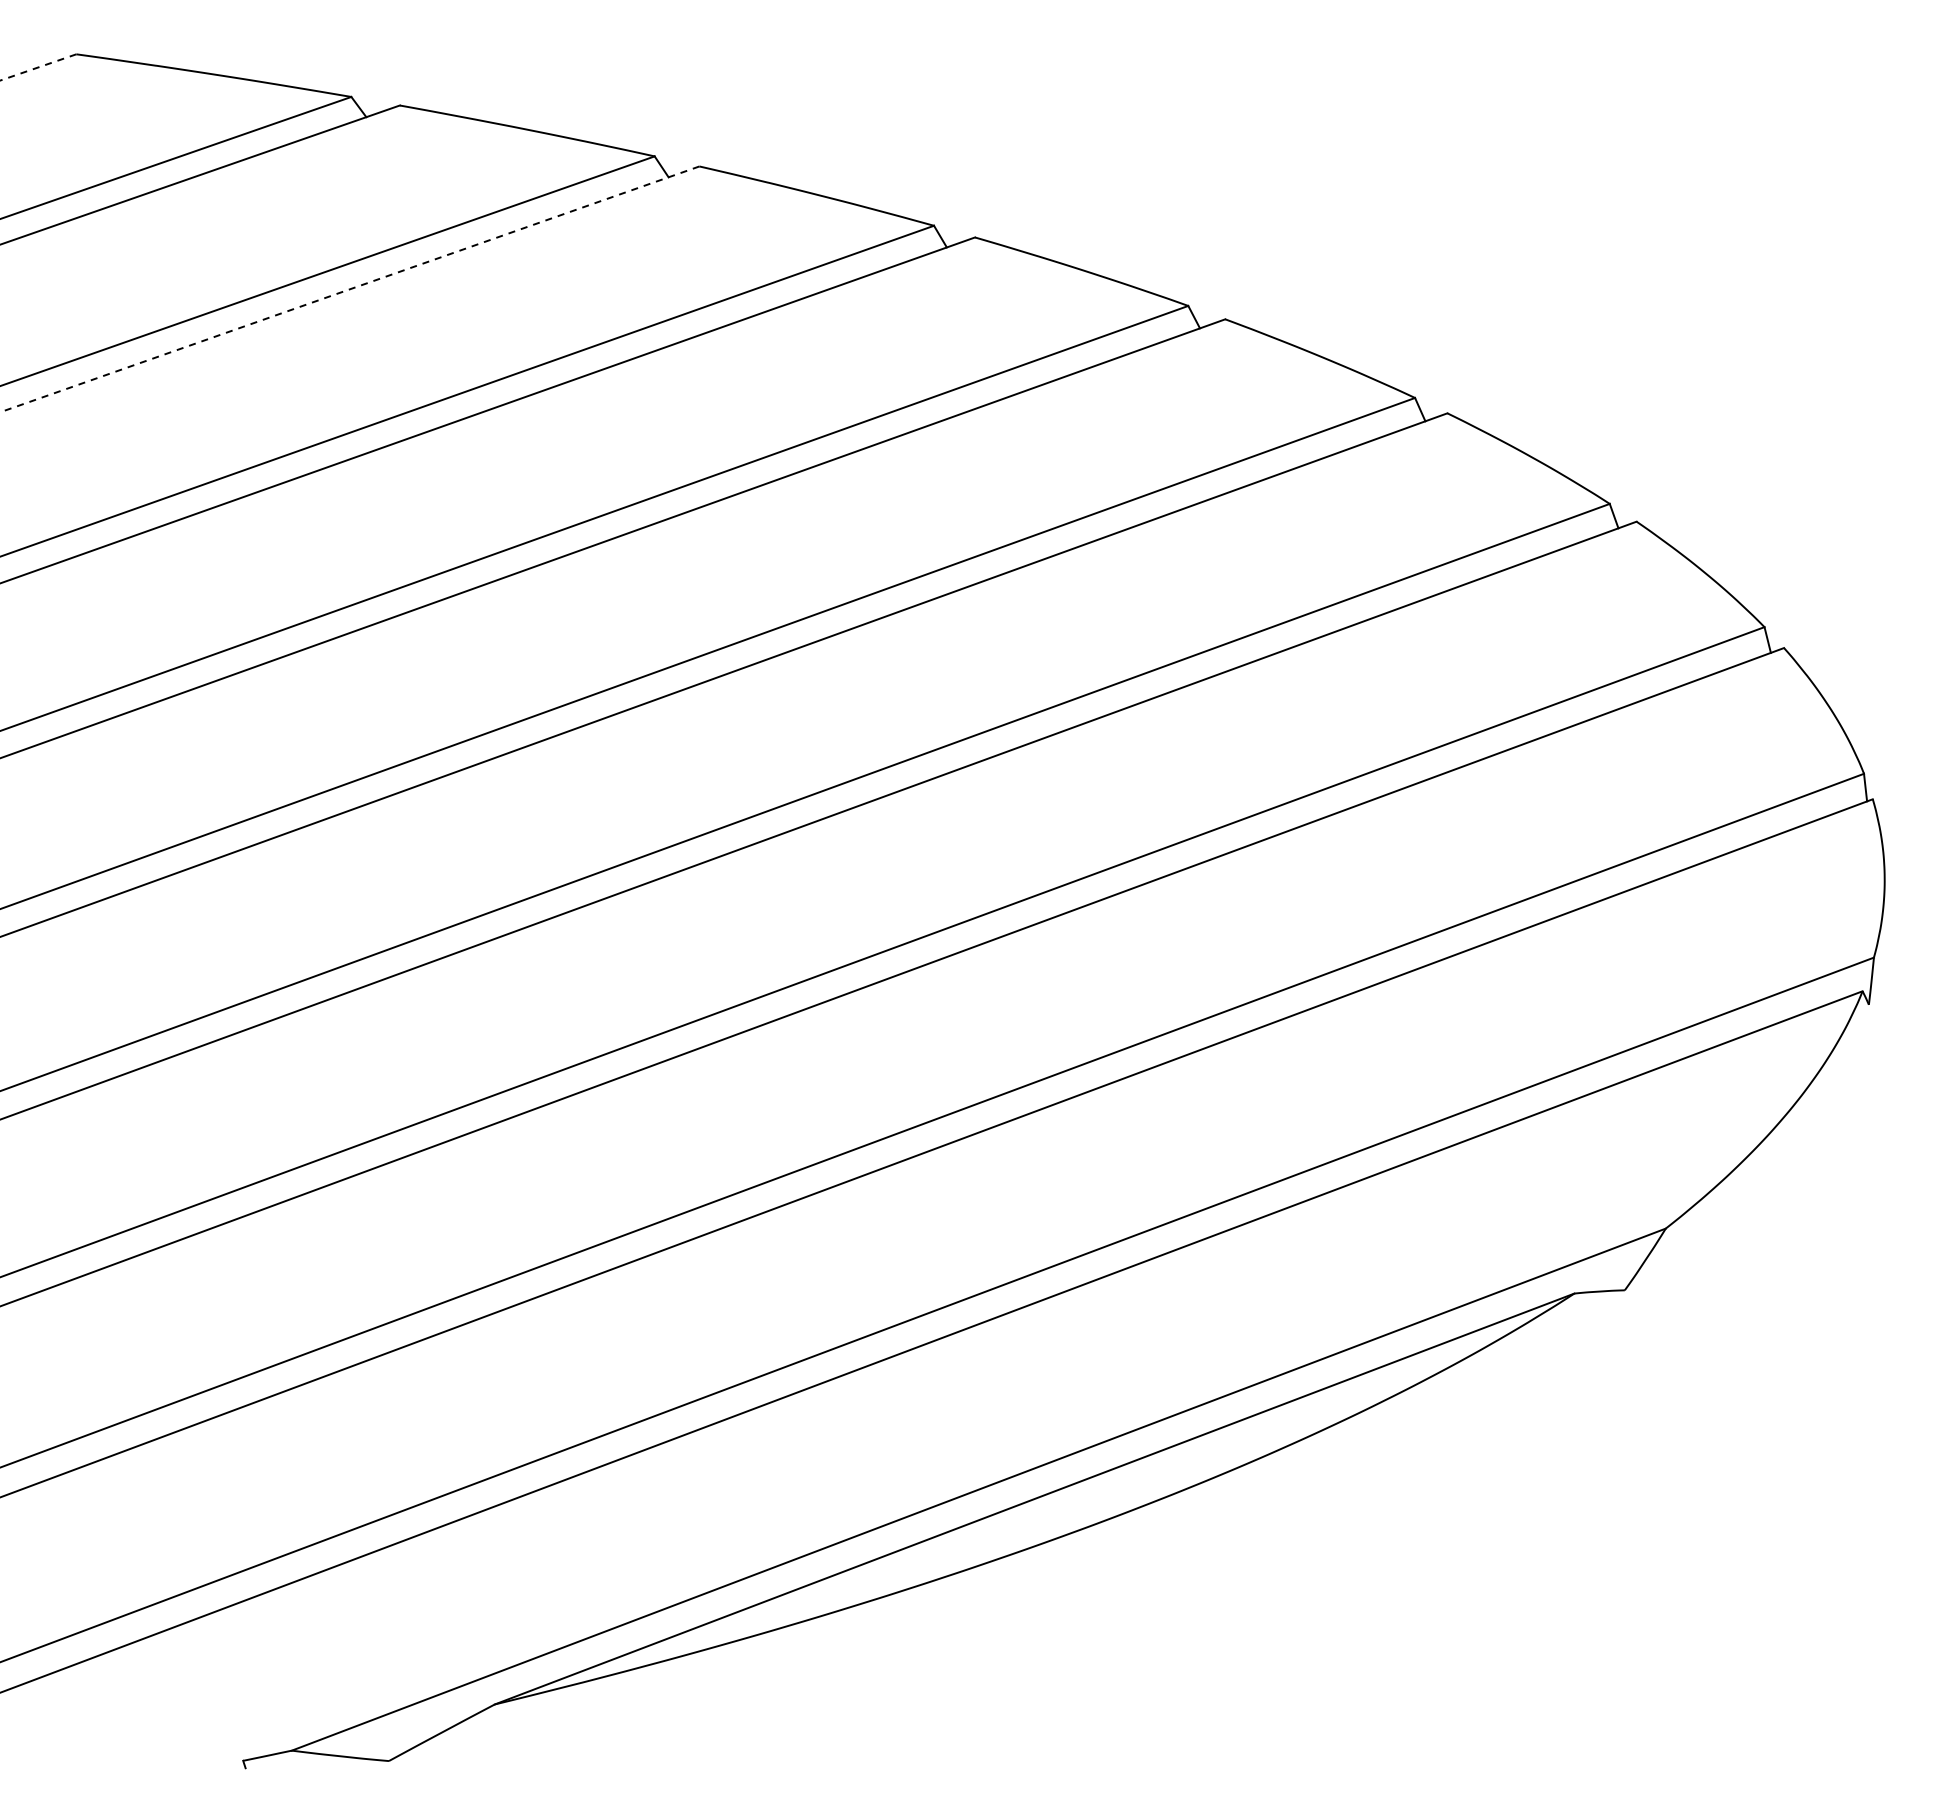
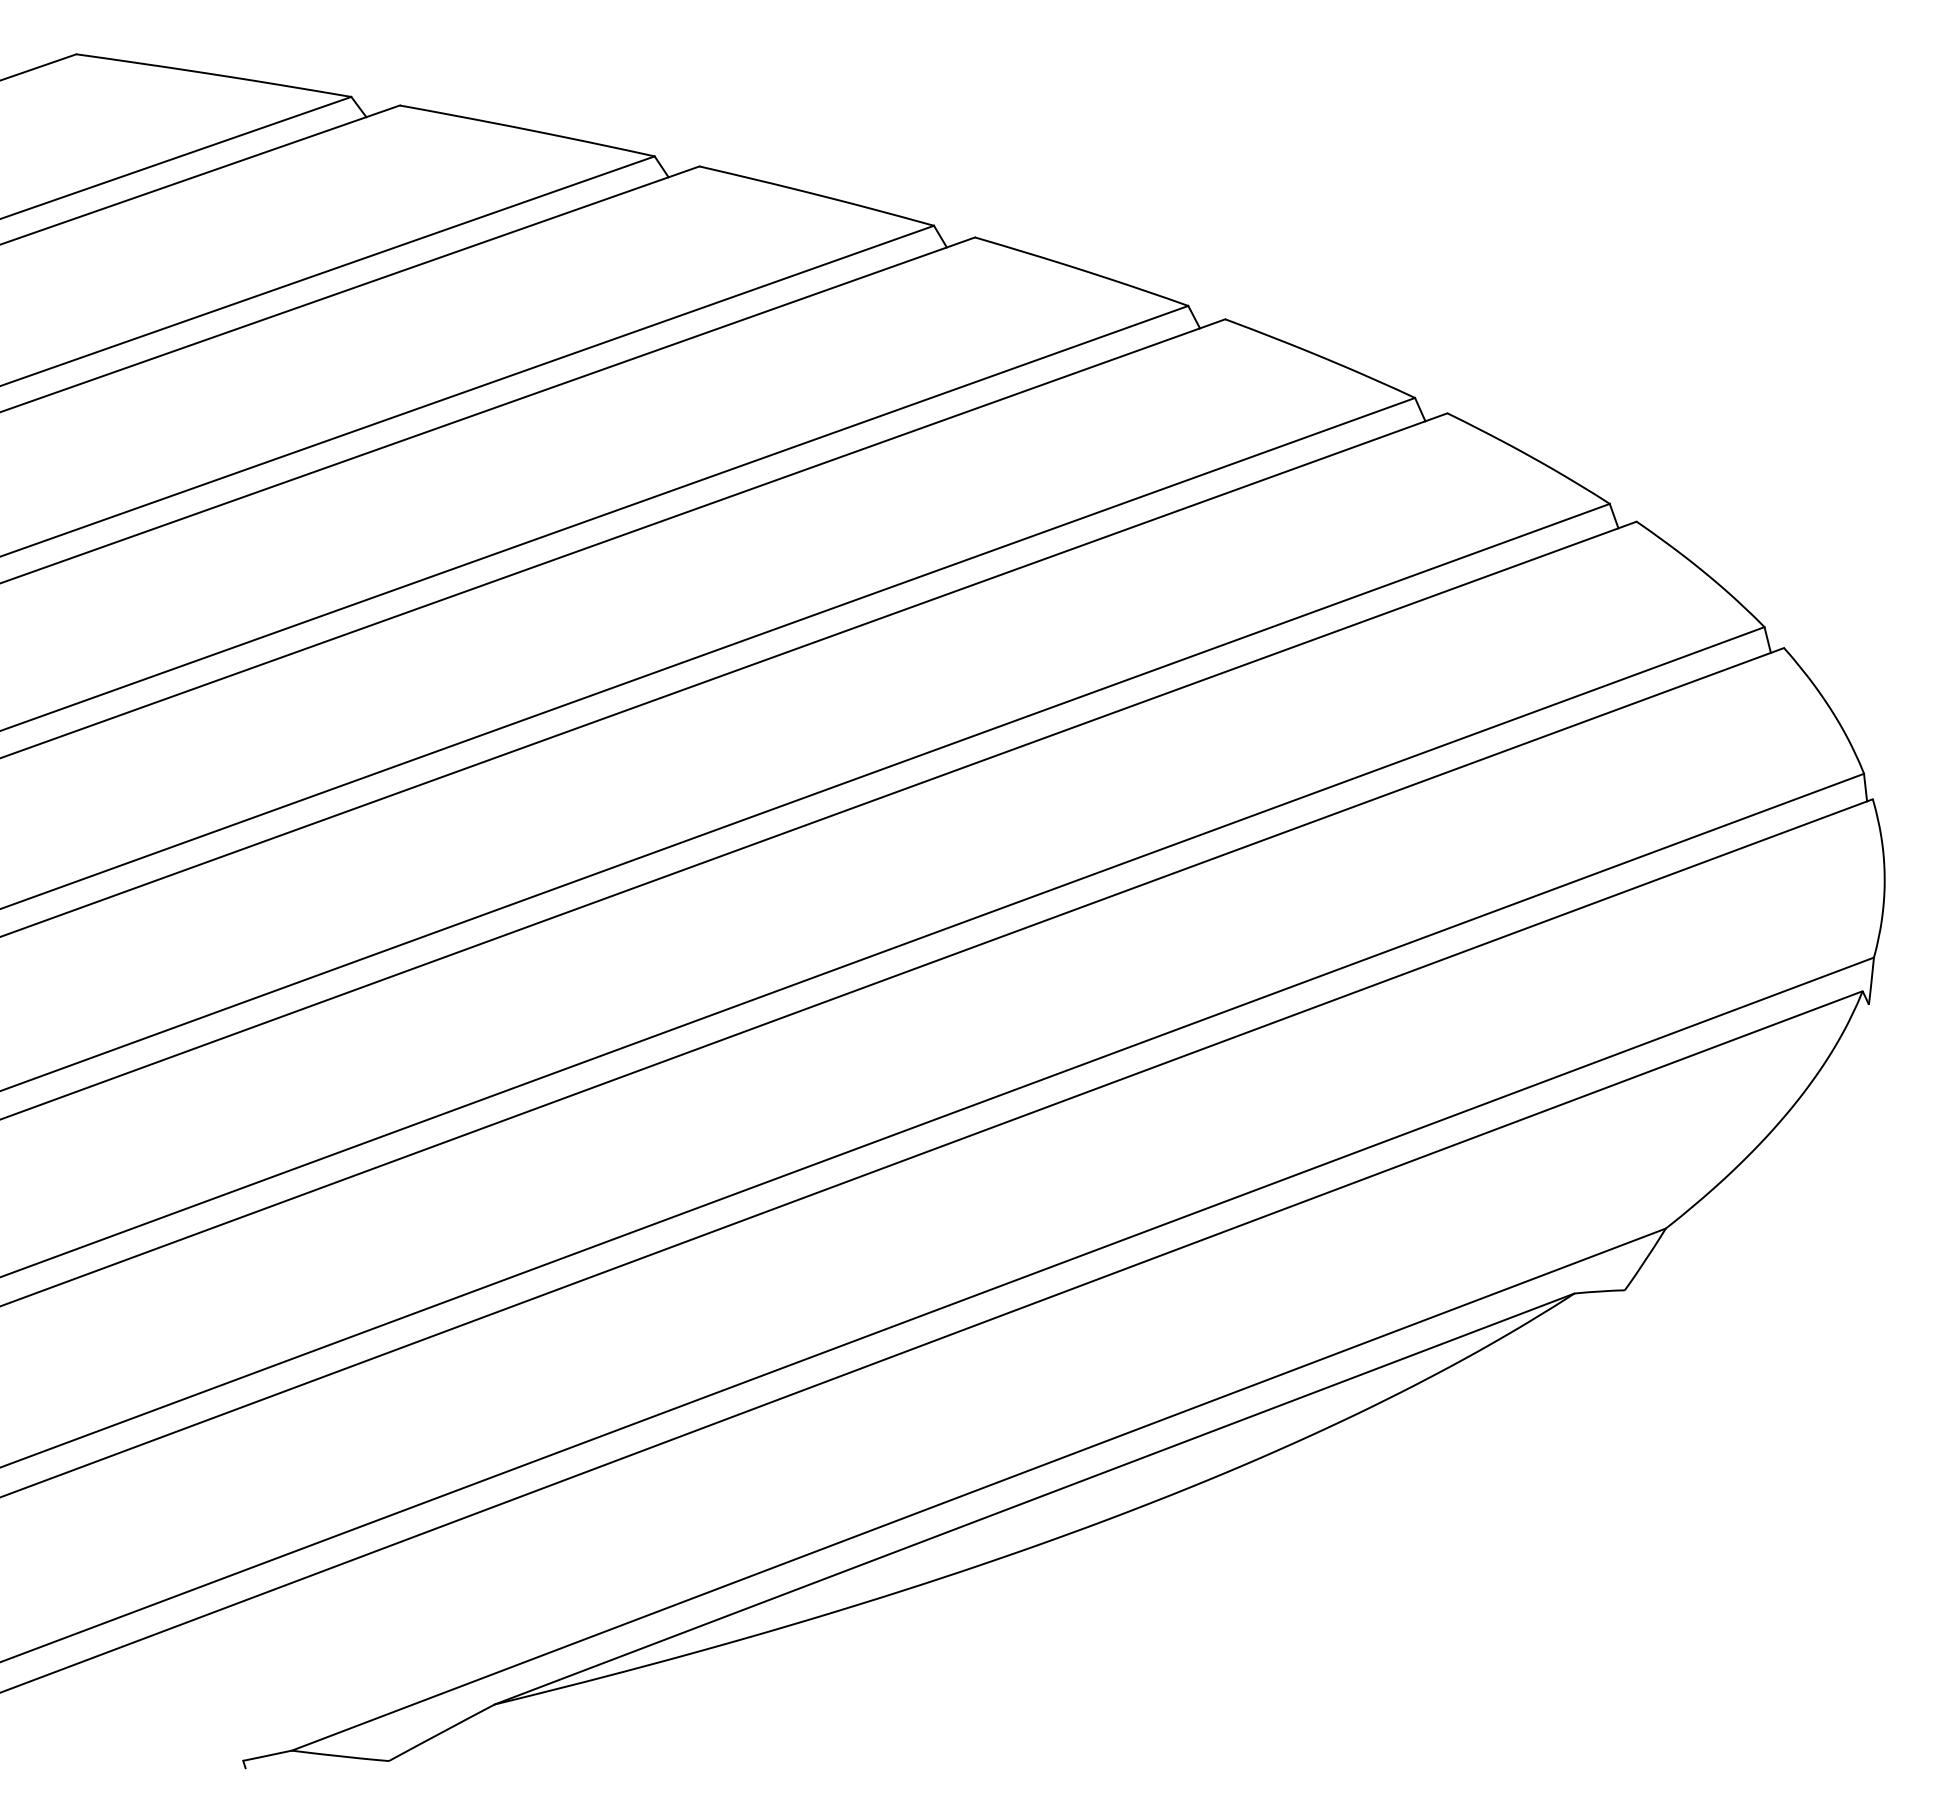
line at (38, 67): dashed -> solid
line at (349, 289): dashed -> solid
